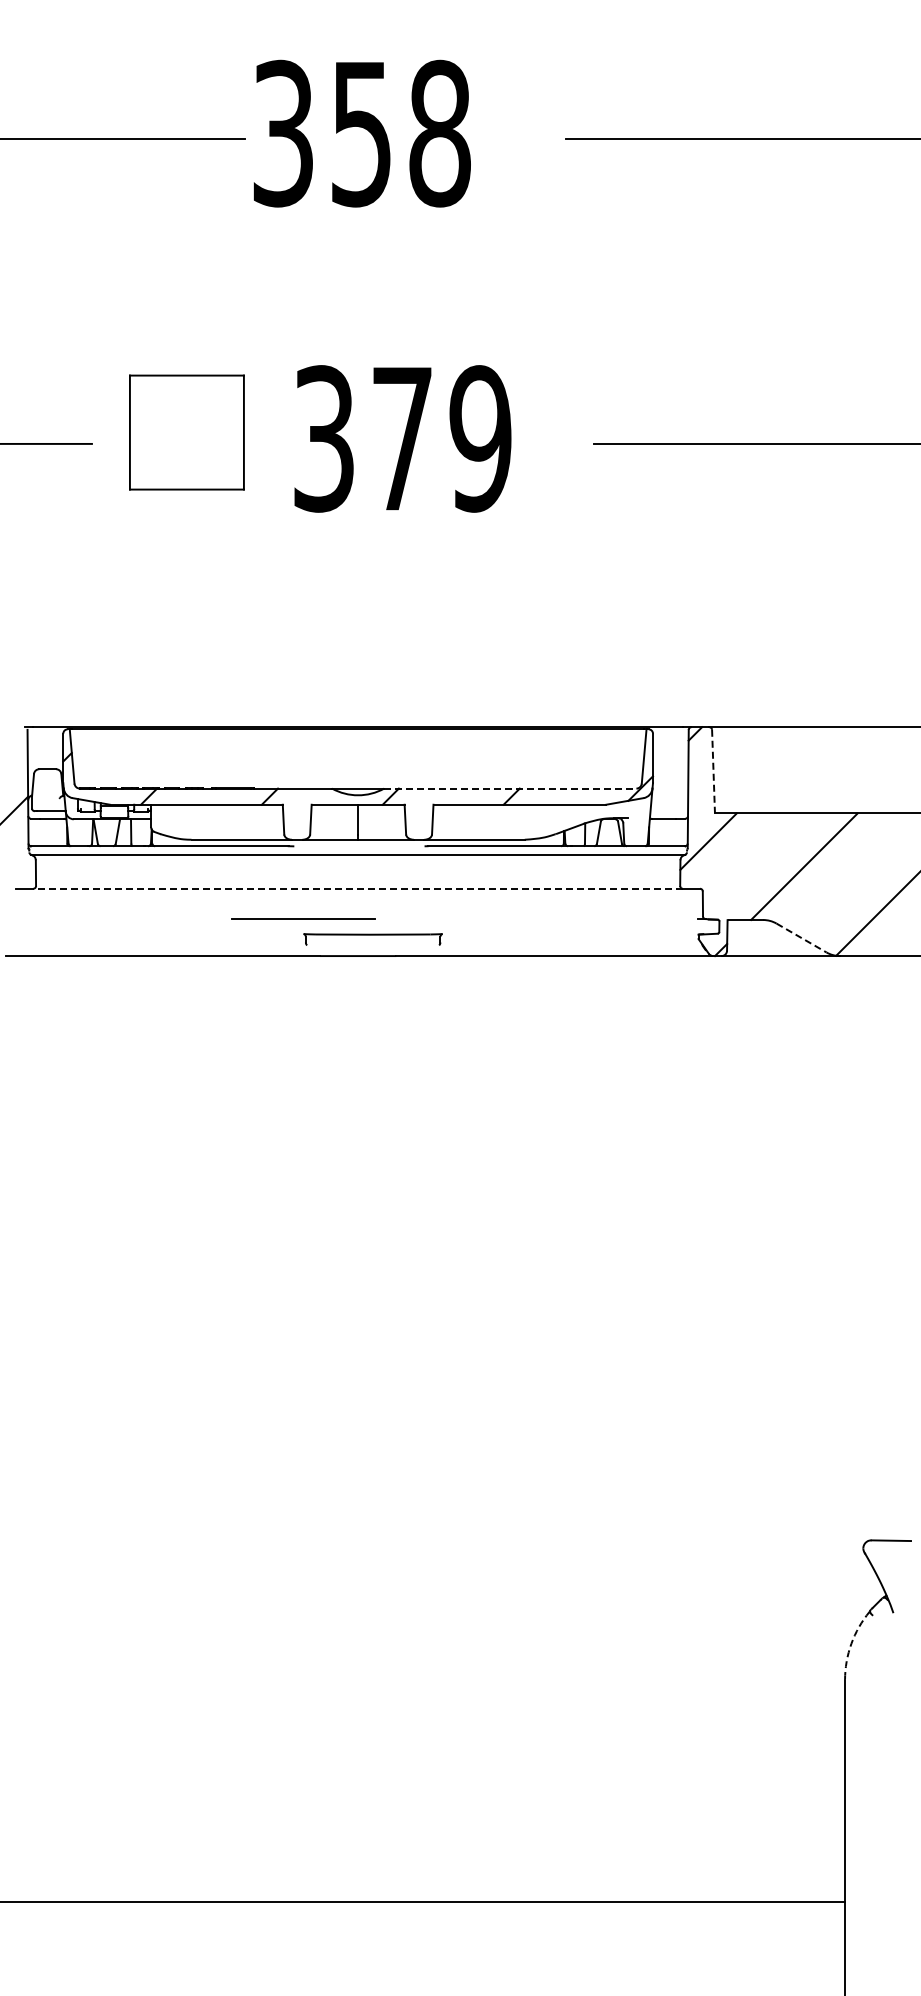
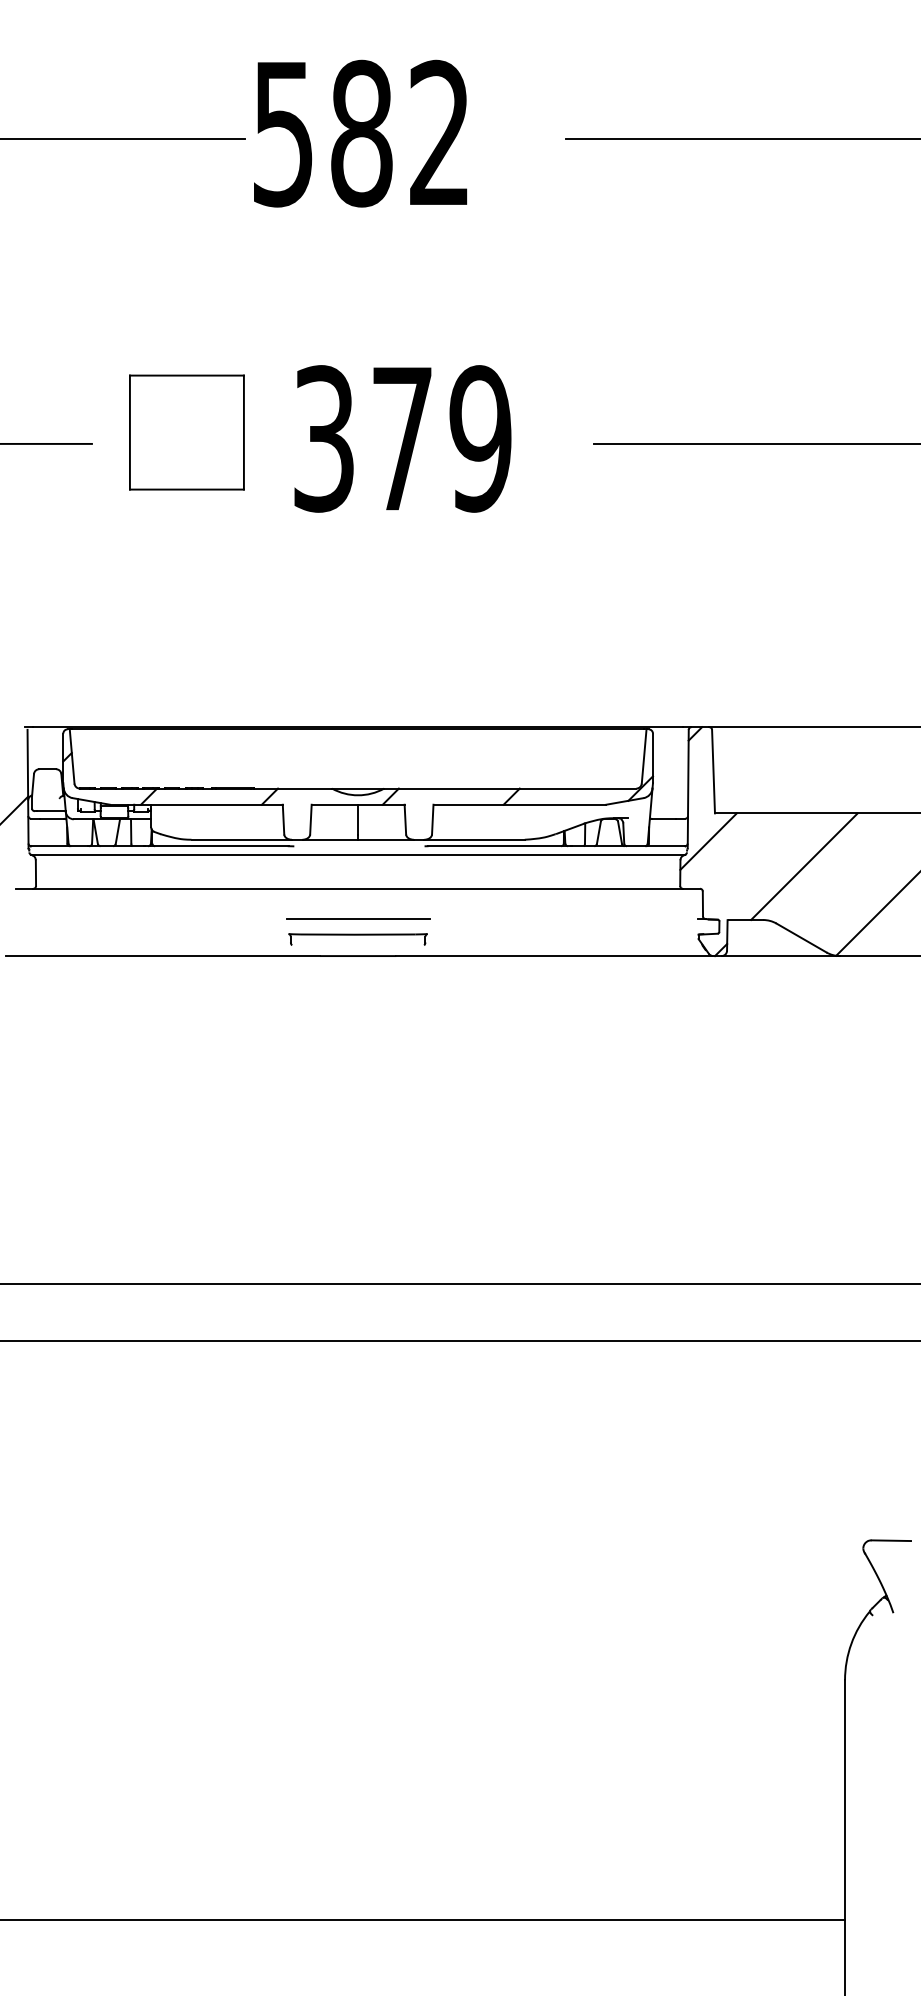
text at (361, 133): 358 -> 582
line at (713, 771): dashed -> solid
line at (510, 788): dashed -> solid
line at (358, 888): dashed -> solid
line at (303, 918) position: (303, 918) -> (358, 918)
line at (801, 938): dashed -> solid
part at (372, 939) position: (372, 939) -> (357, 939)
line at (459, 1284): none -> present
line at (459, 1341): none -> present
arc at (851, 1643): dashed -> solid
line at (423, 1902) position: (423, 1902) -> (423, 1920)
